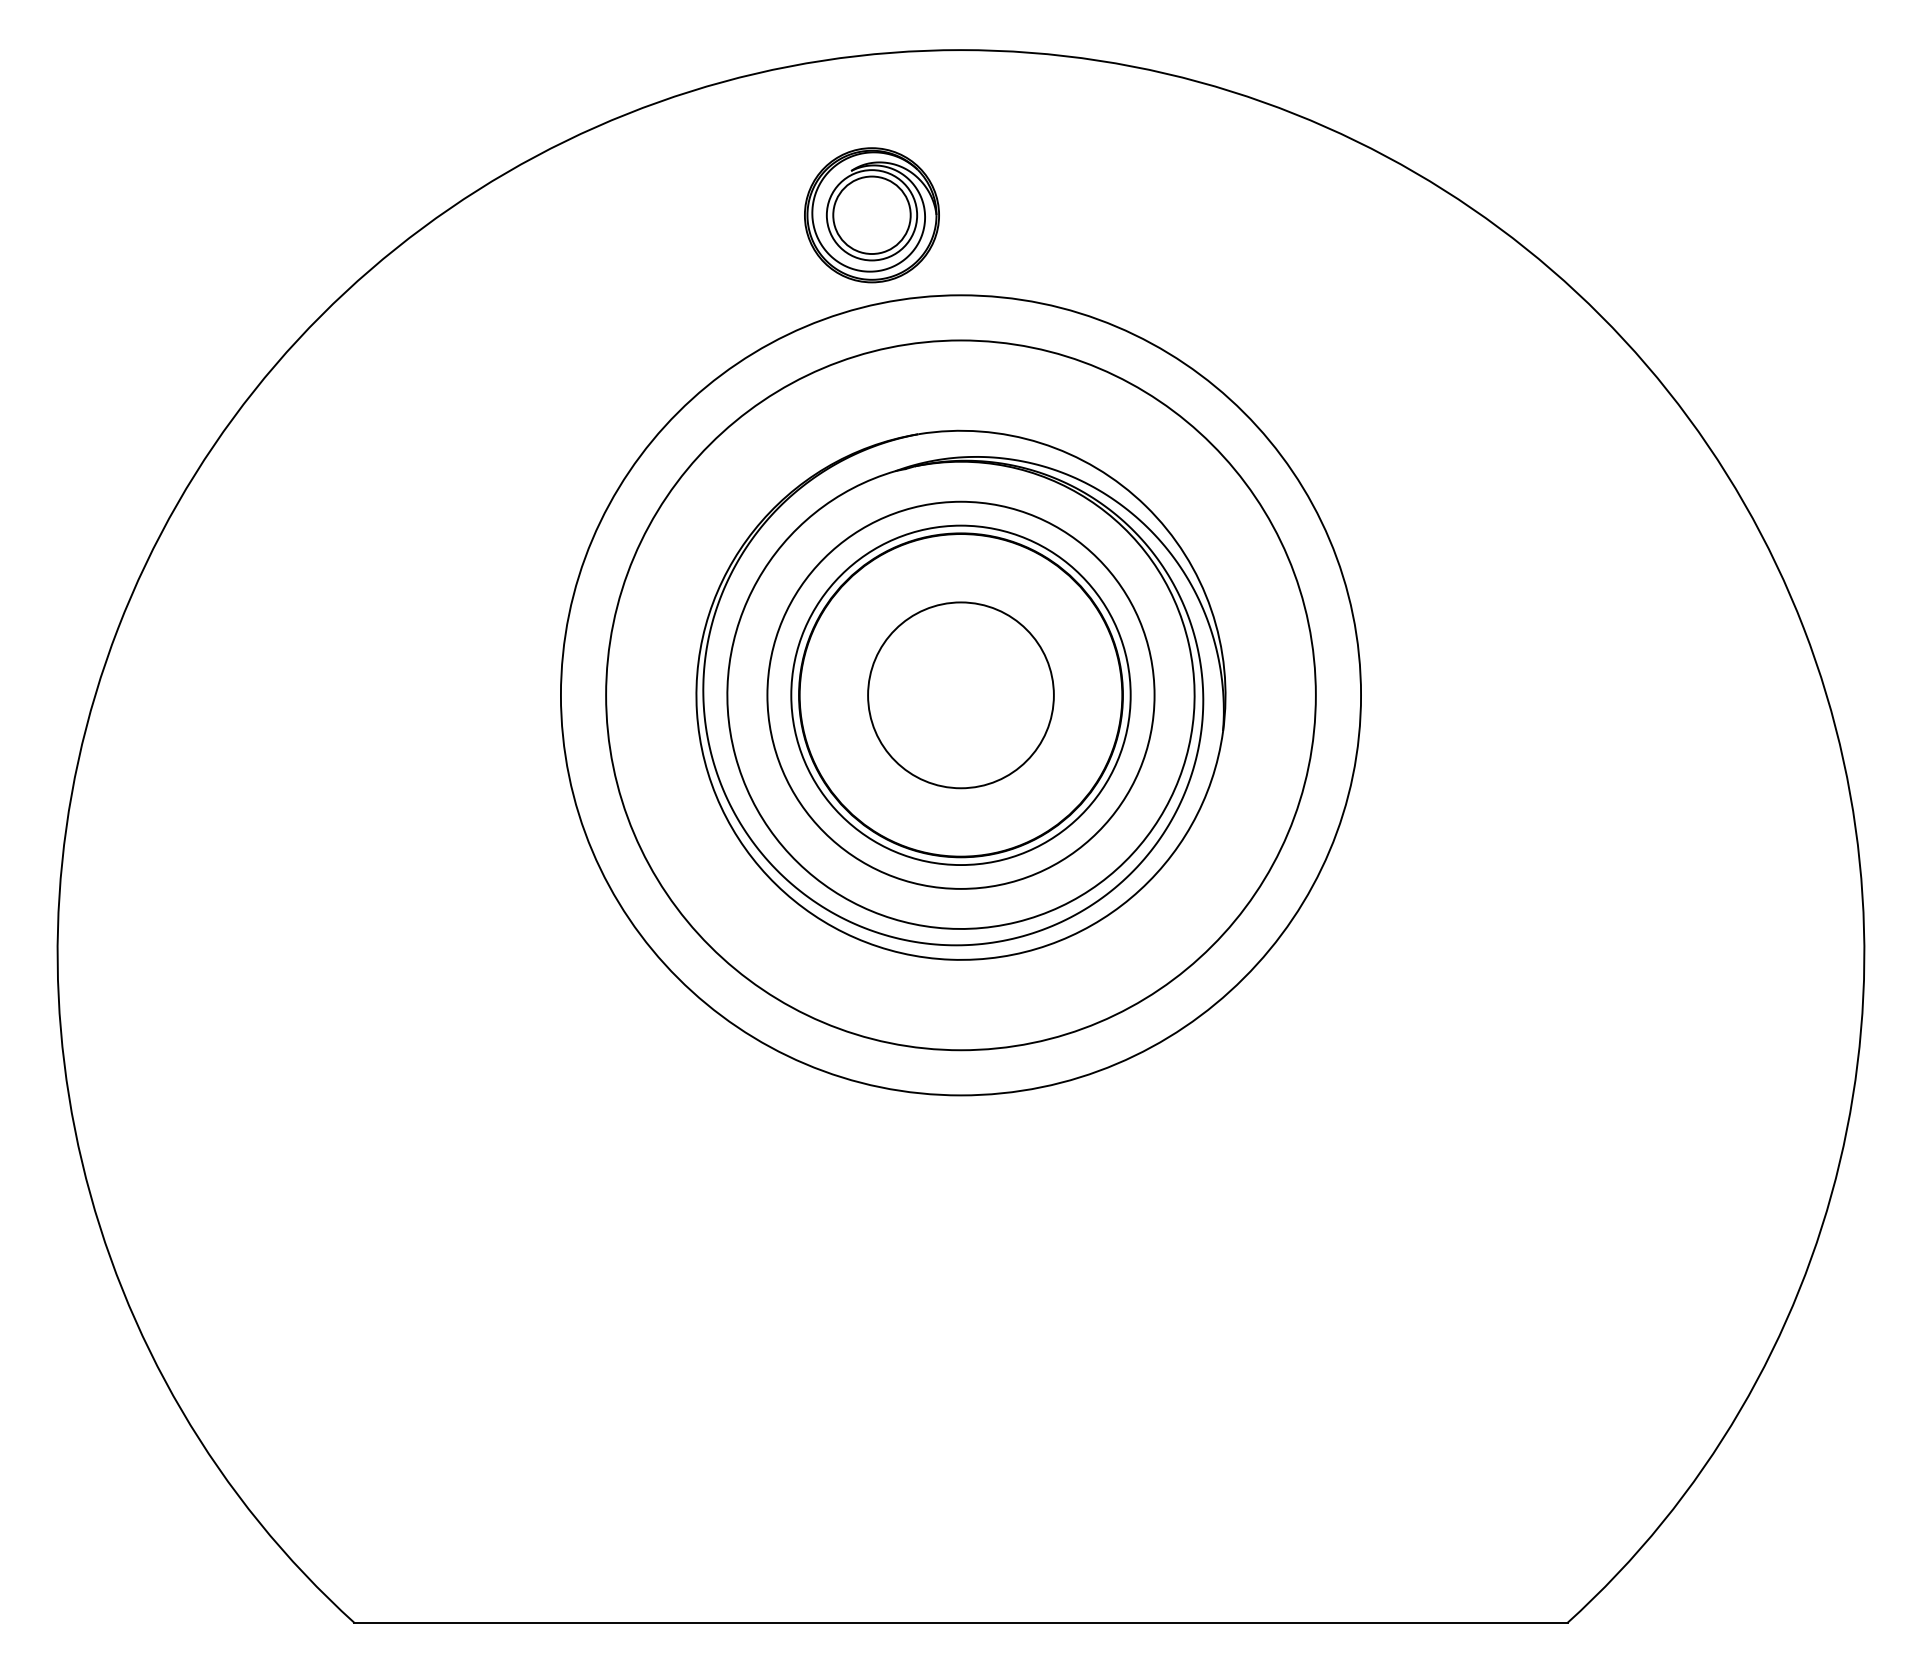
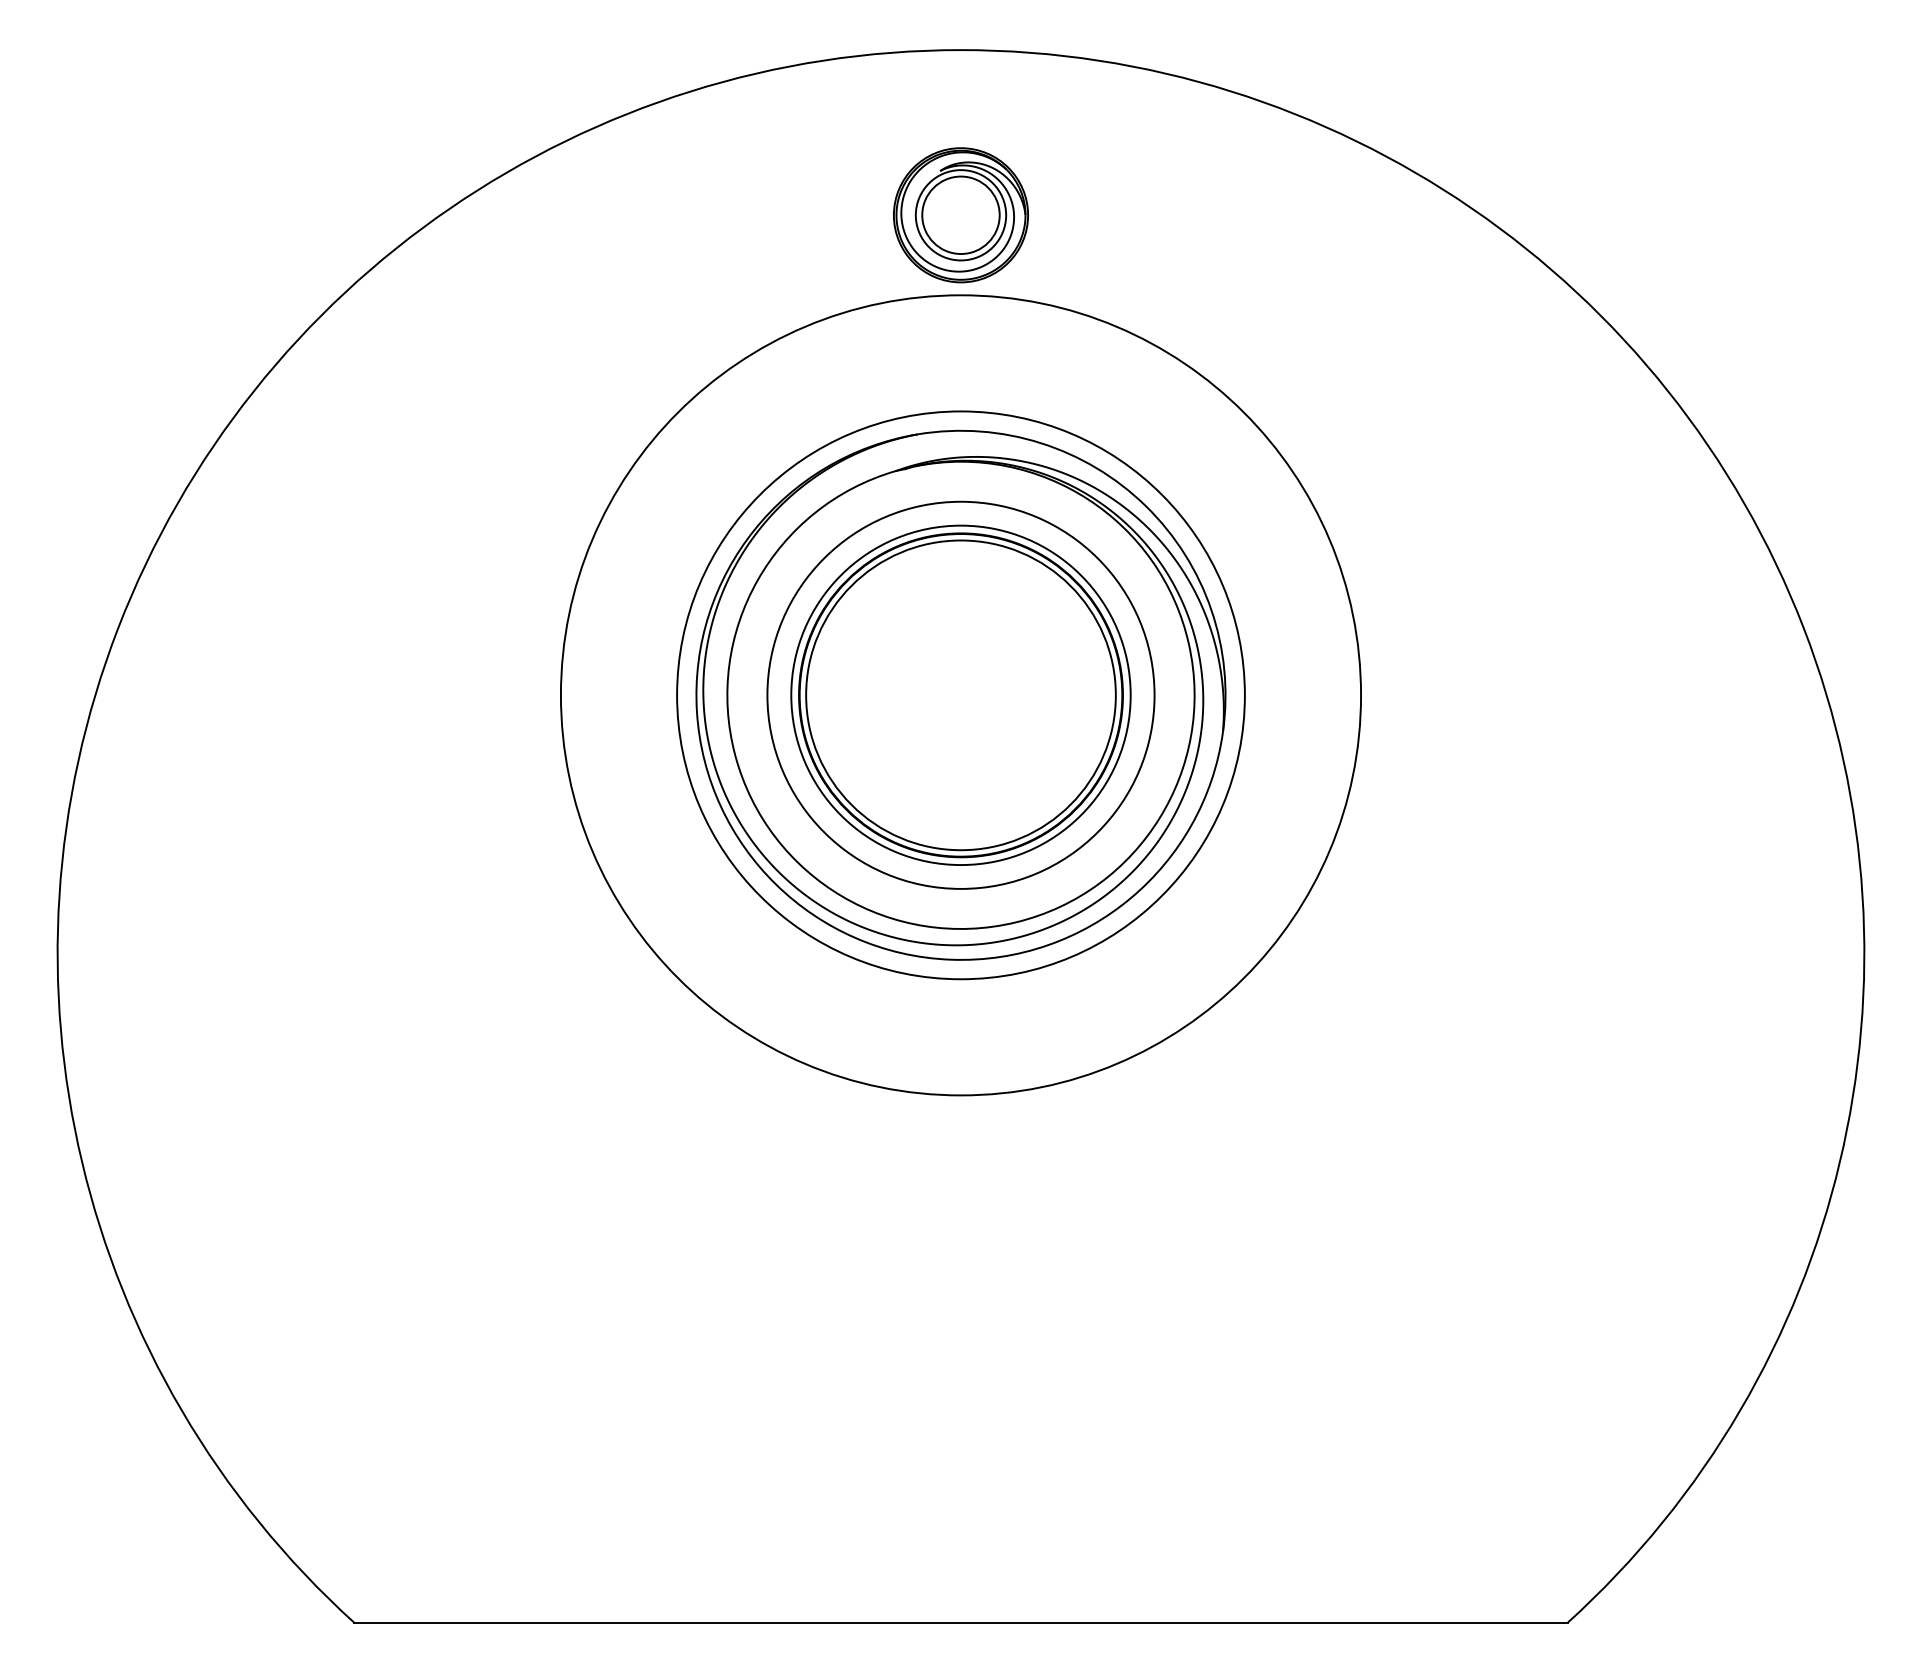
part at (871, 215) position: (871, 215) -> (960, 215)
circle at (960, 695) diameter: 186 px -> 310 px
circle at (960, 695) diameter: 710 px -> 568 px
